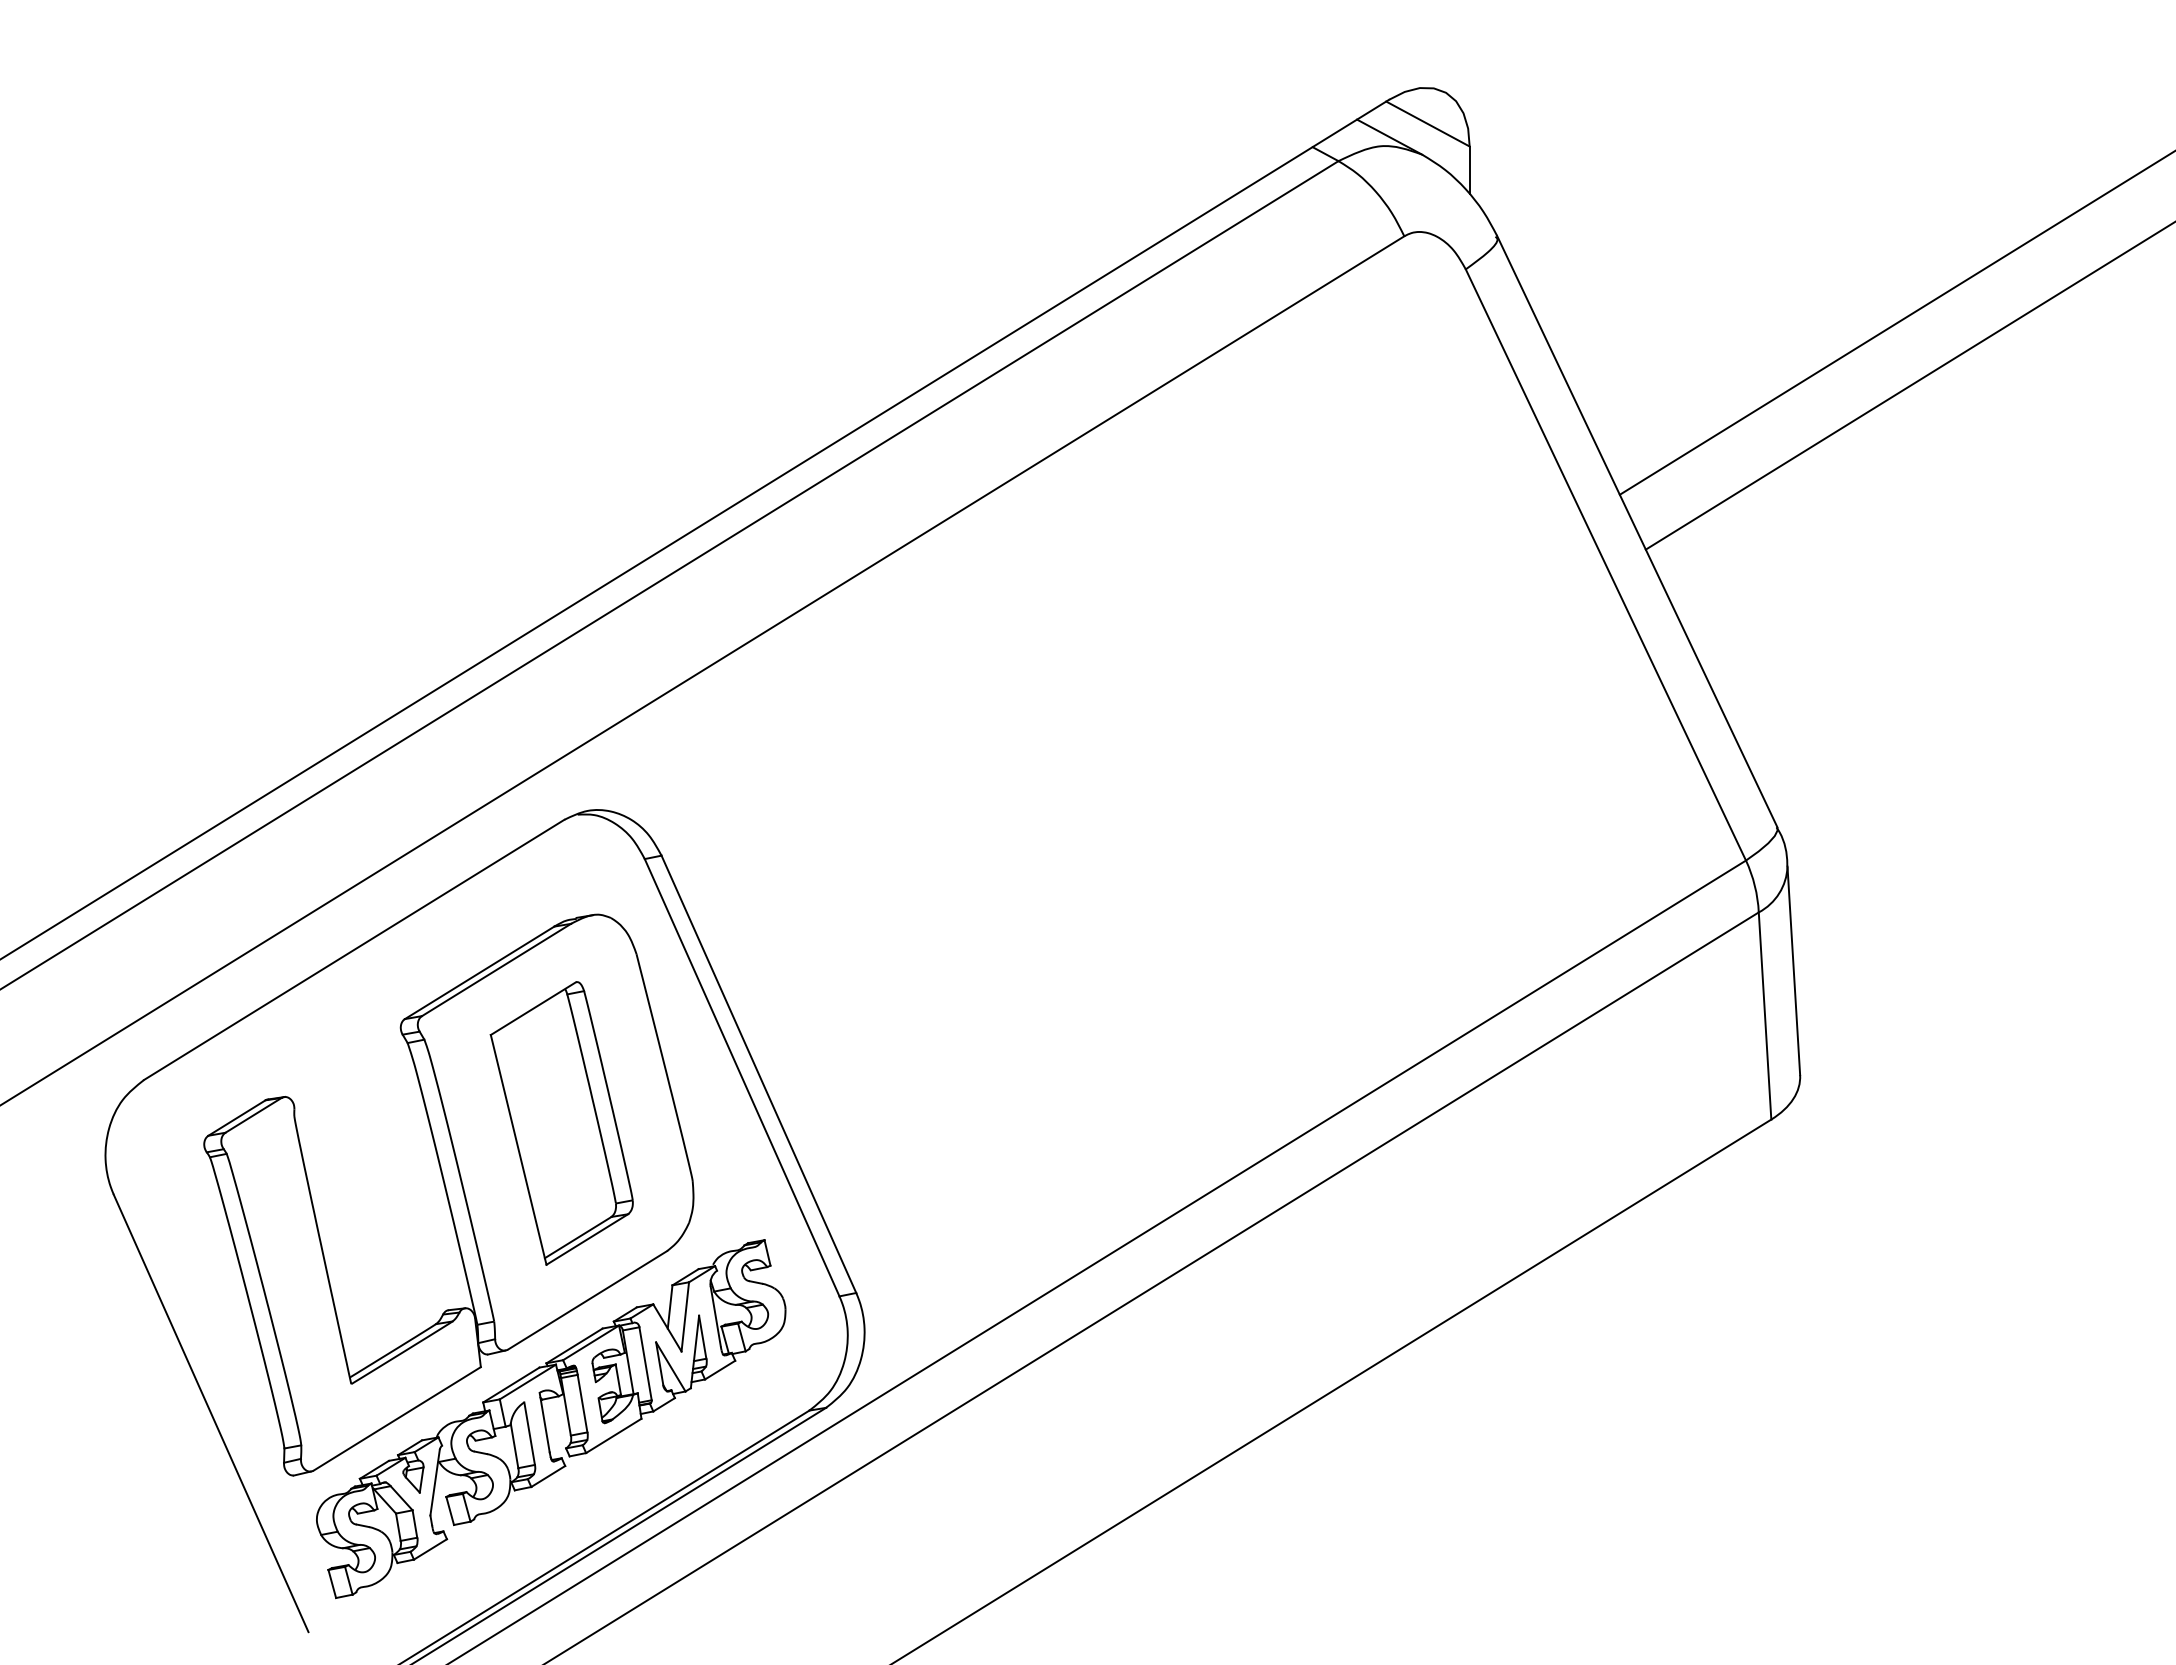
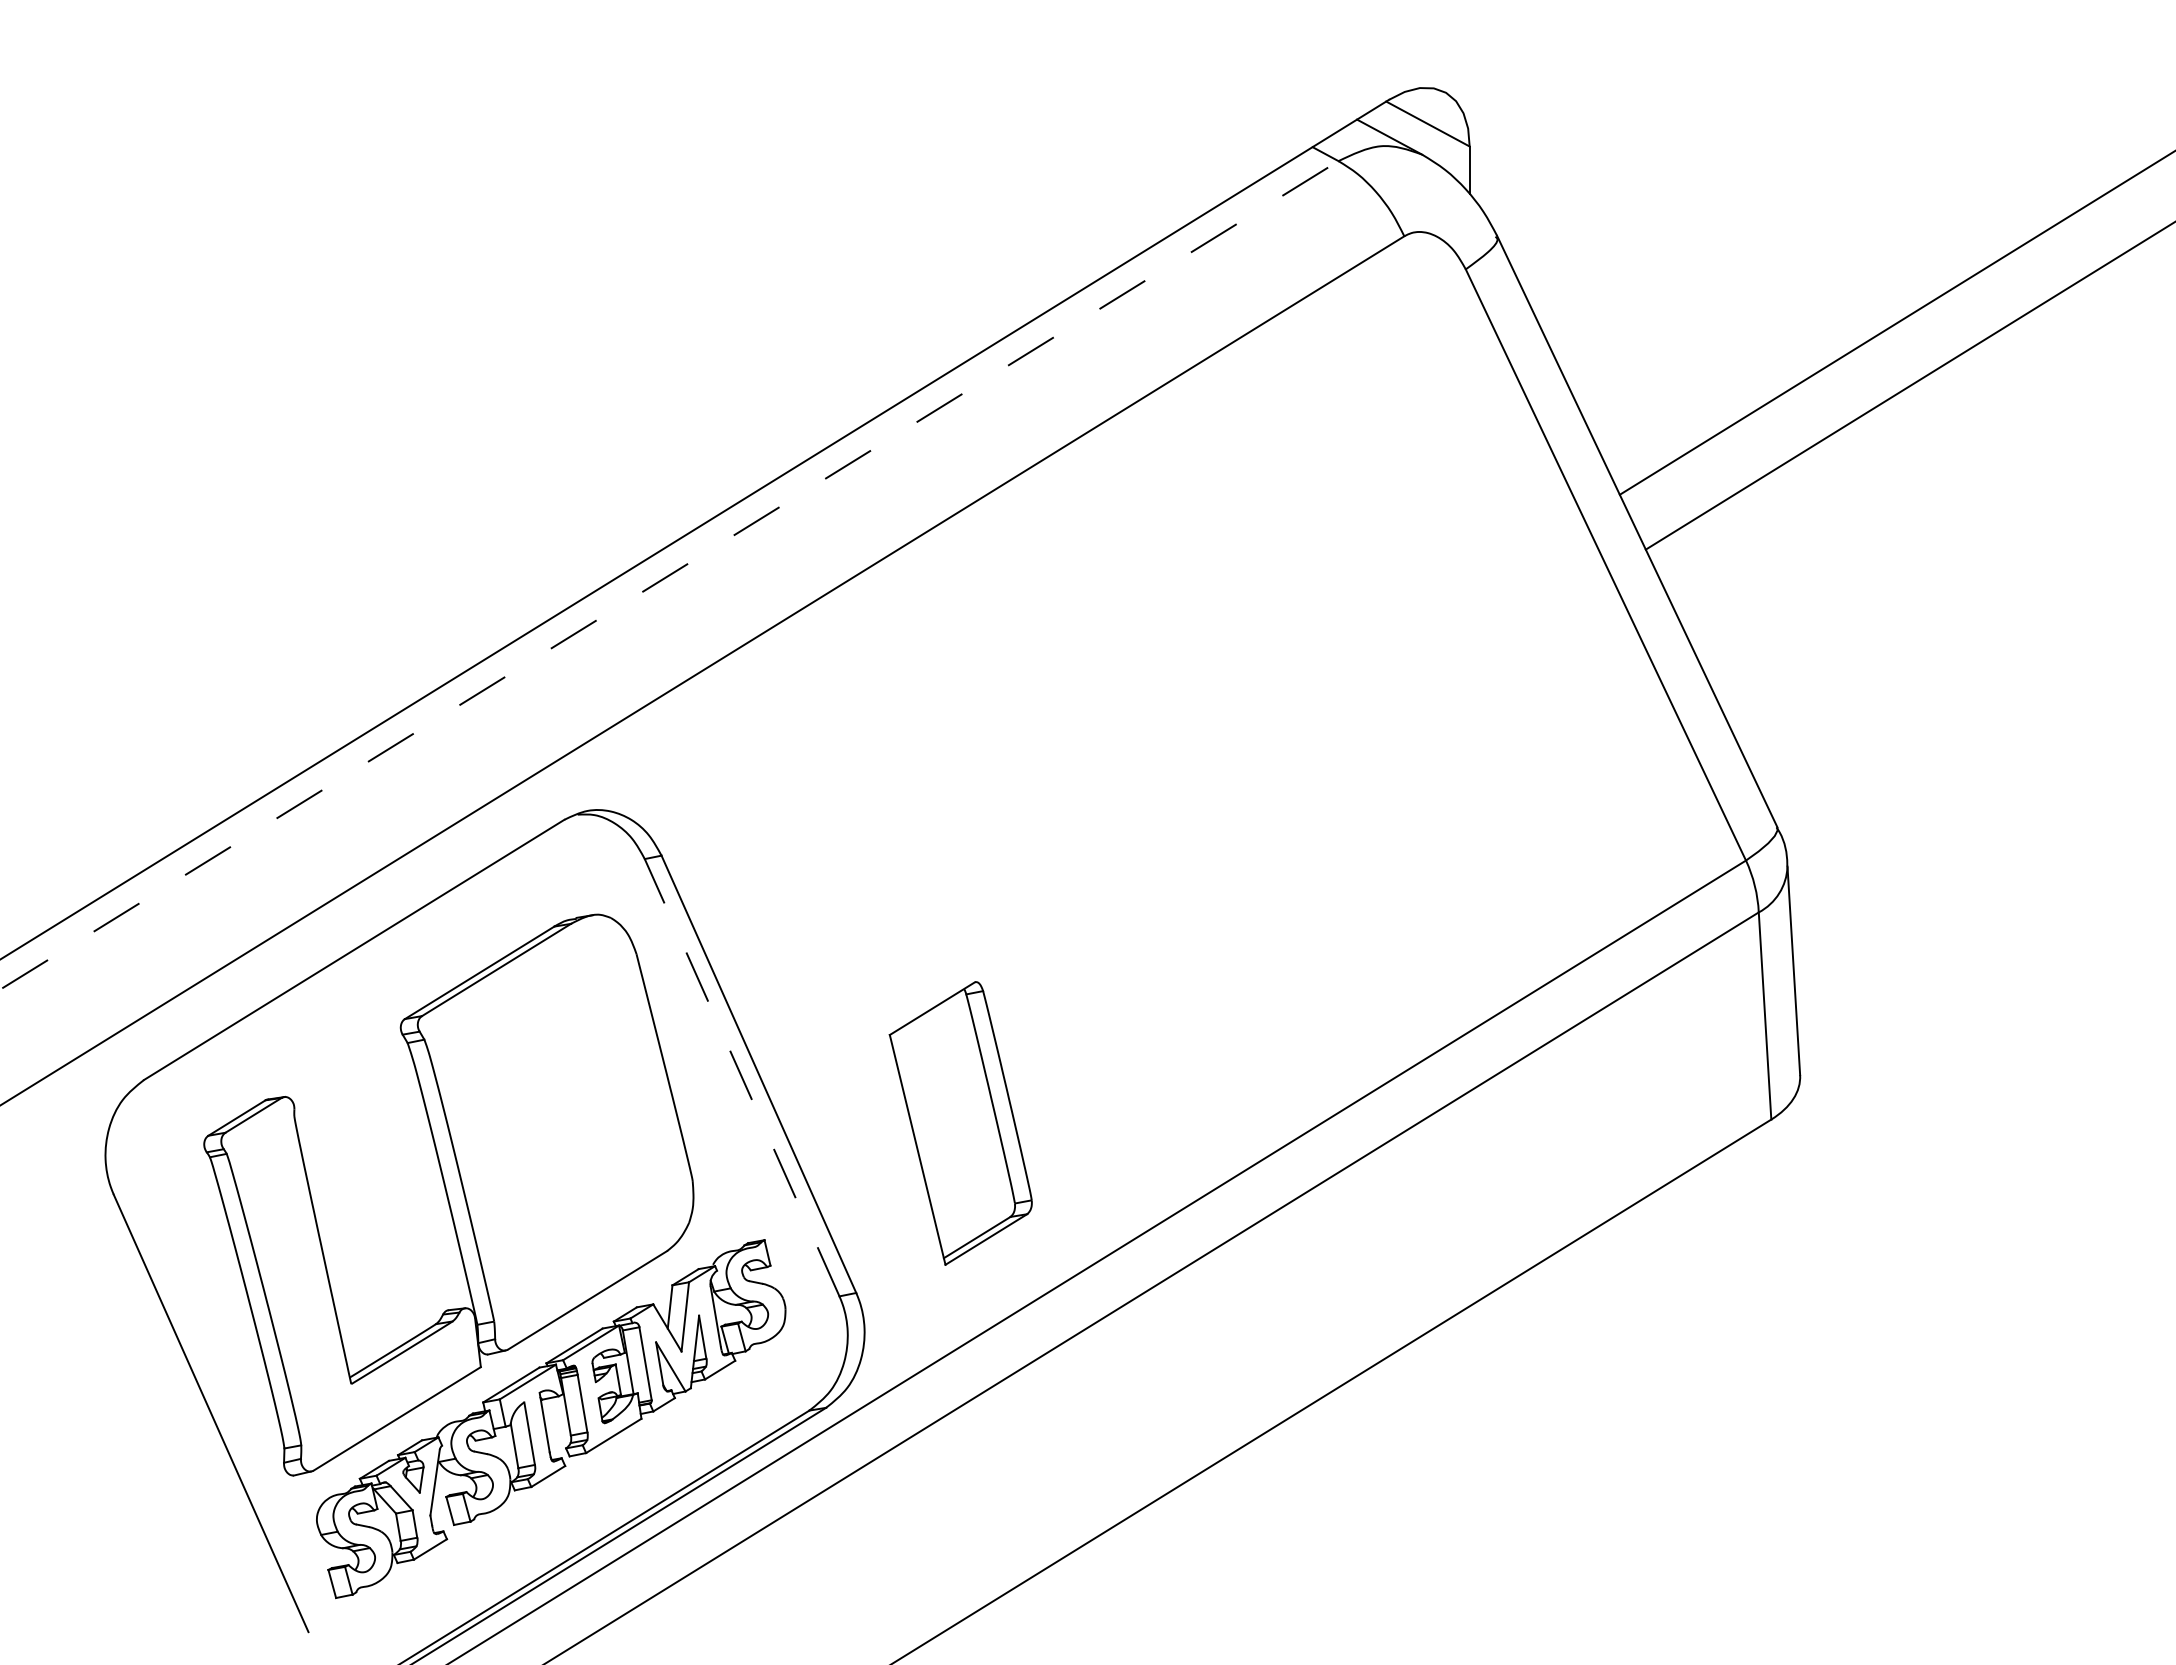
line at (669, 575): solid -> dashed
line at (741, 1077): solid -> dashed
part at (561, 1123) position: (561, 1123) -> (960, 1123)
